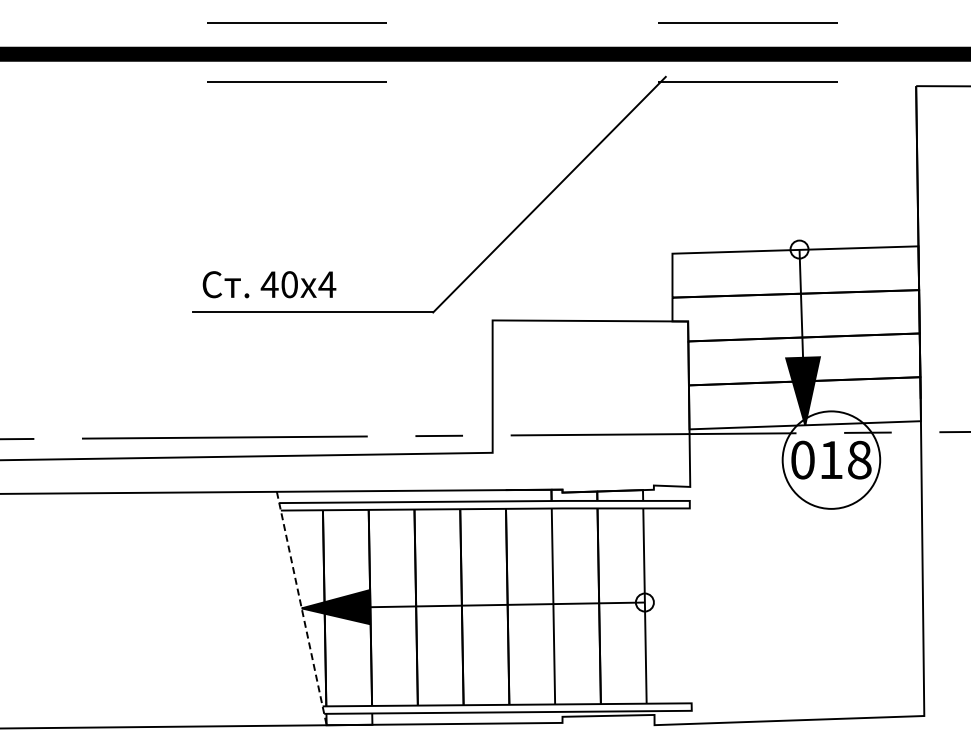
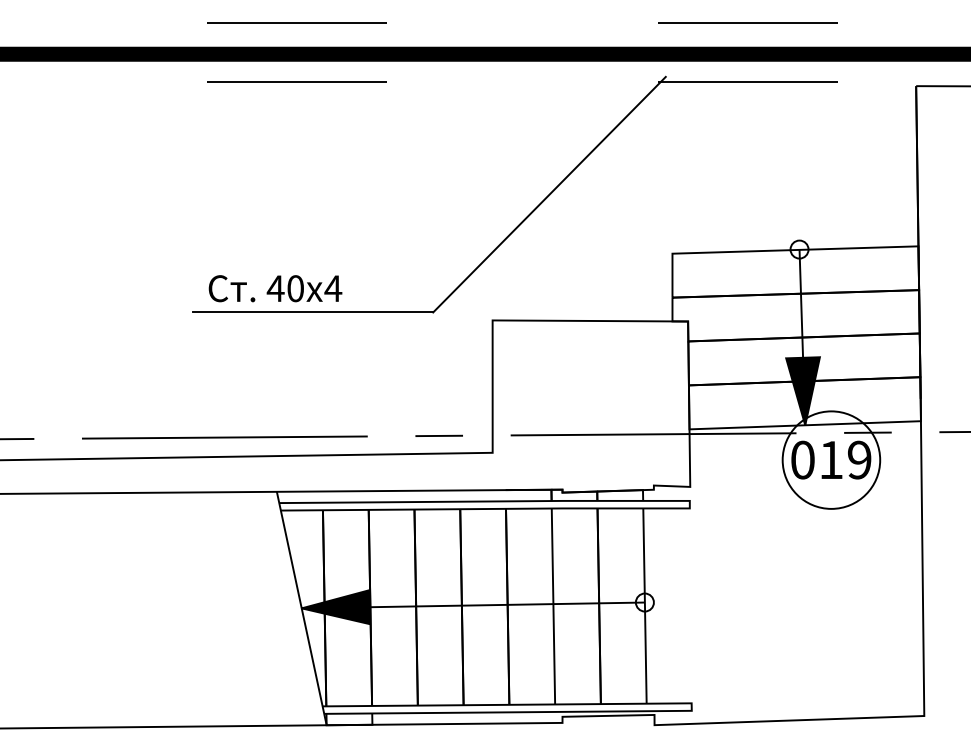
text at (269, 284) position: (269, 284) -> (275, 288)
text at (859, 459): 018 -> 019
line at (301, 609): dashed -> solid
